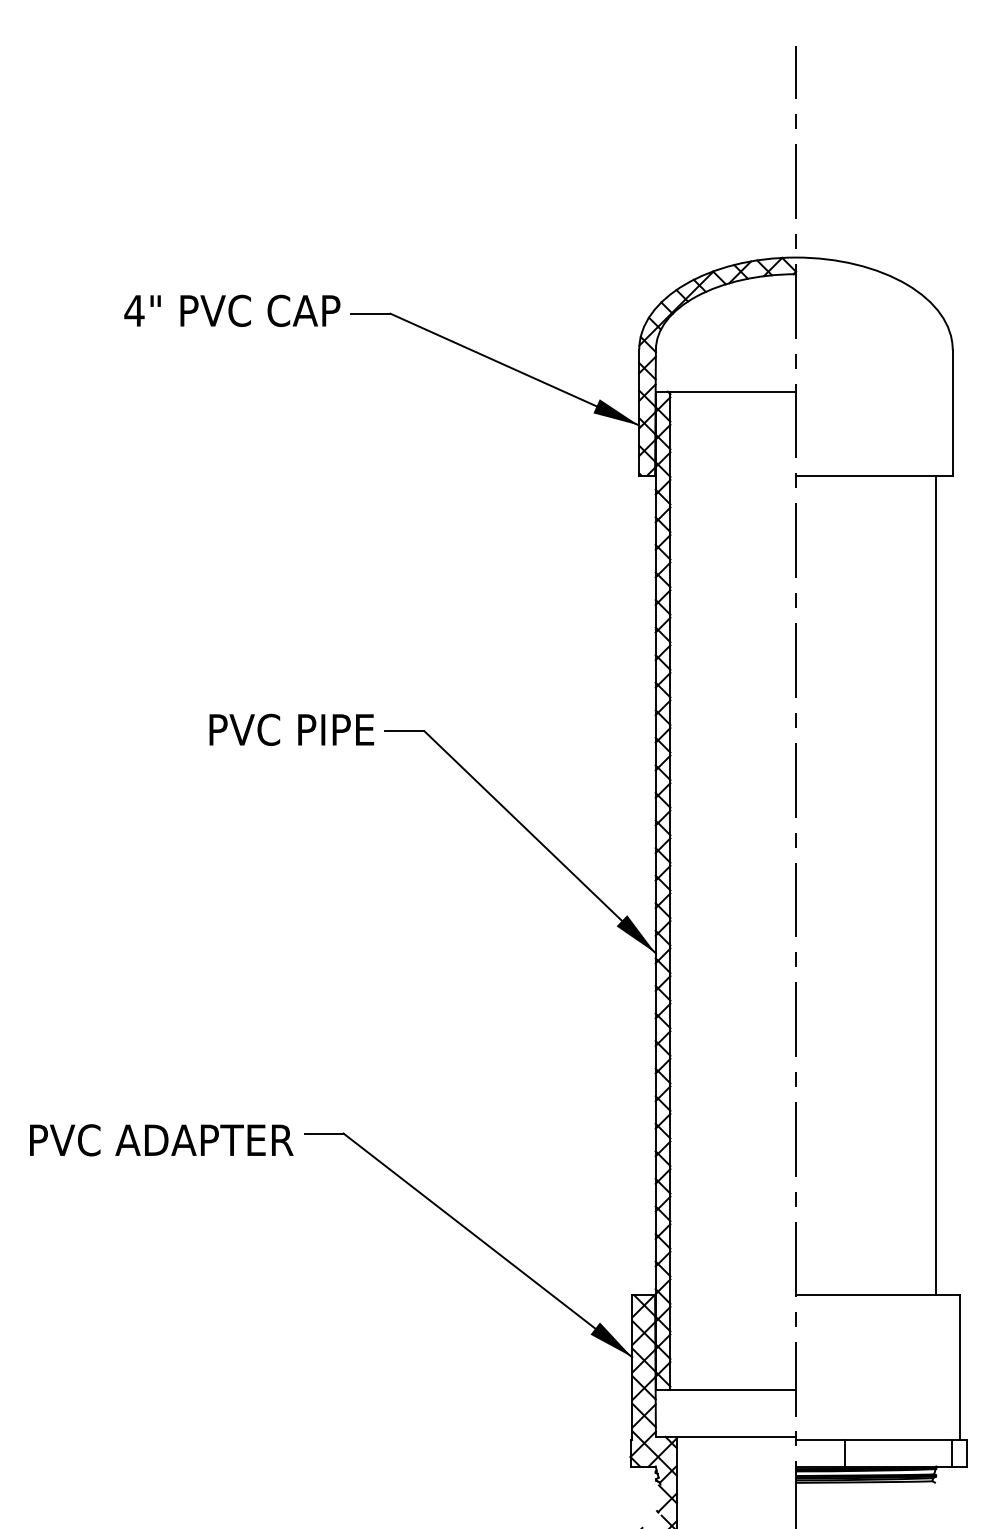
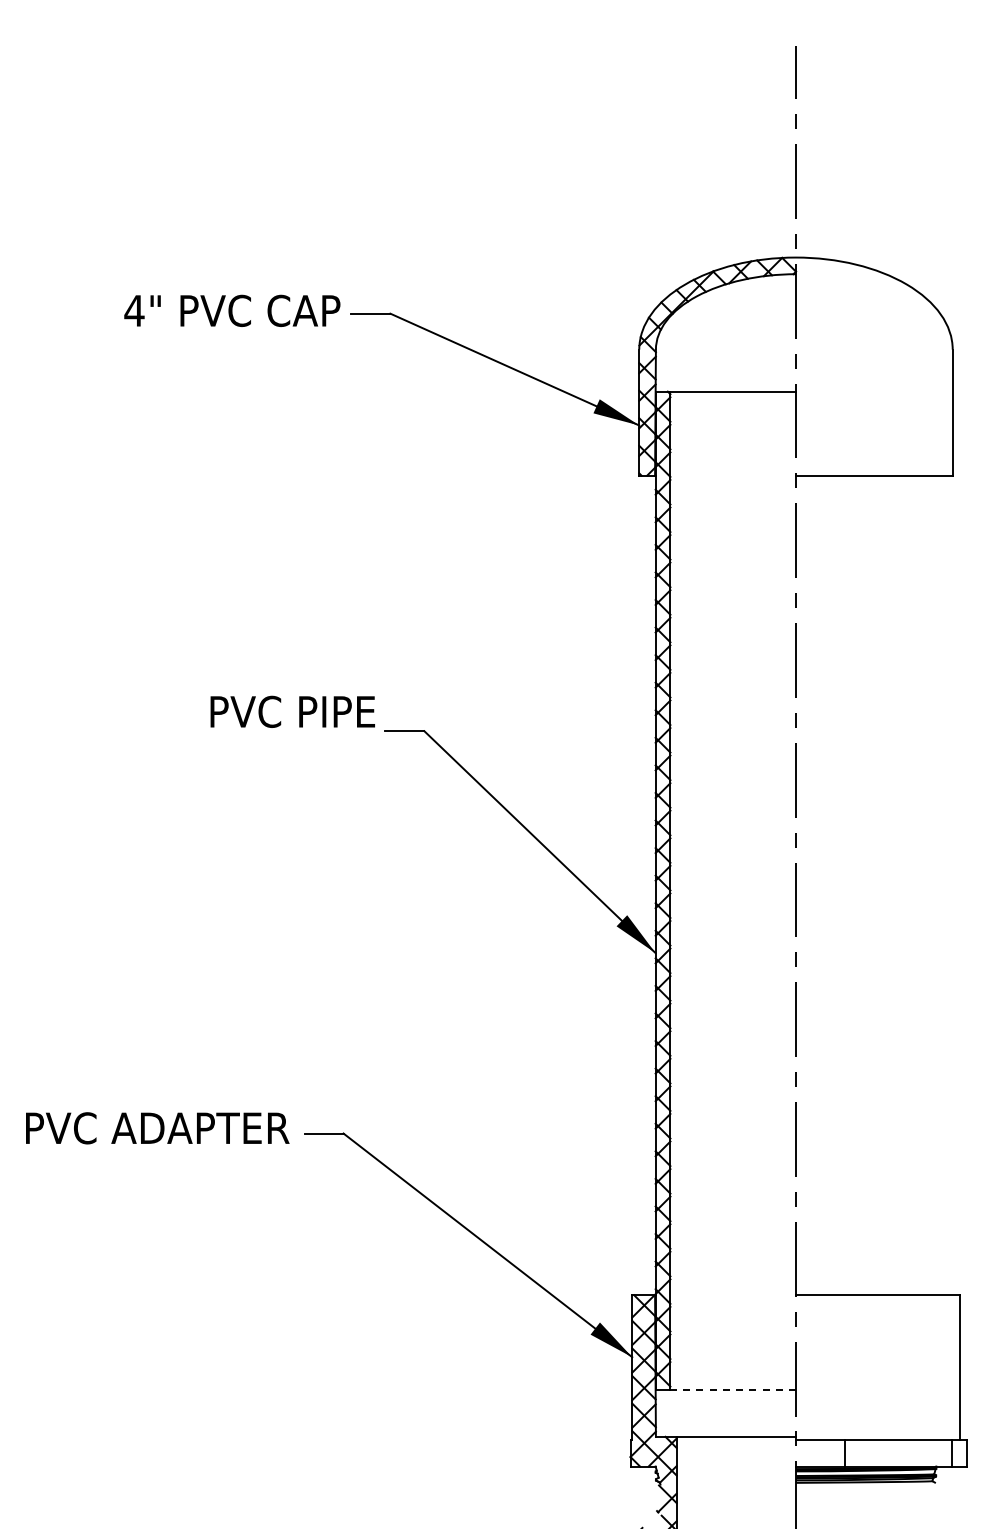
text at (291, 729) position: (291, 729) -> (292, 711)
line at (936, 885): present -> none
text at (161, 1140) position: (161, 1140) -> (157, 1128)
line at (733, 1389): solid -> dashed
